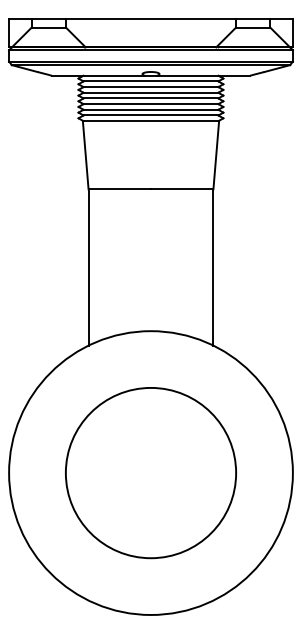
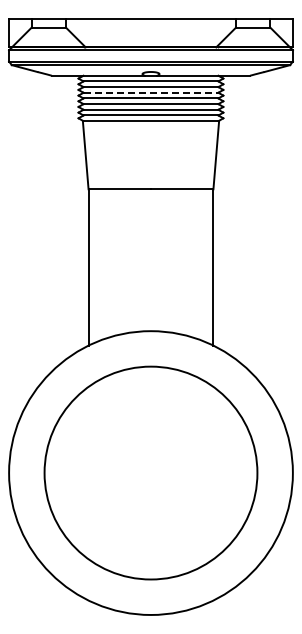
line at (151, 92): solid -> dashed
circle at (150, 472) diameter: 170 px -> 213 px
